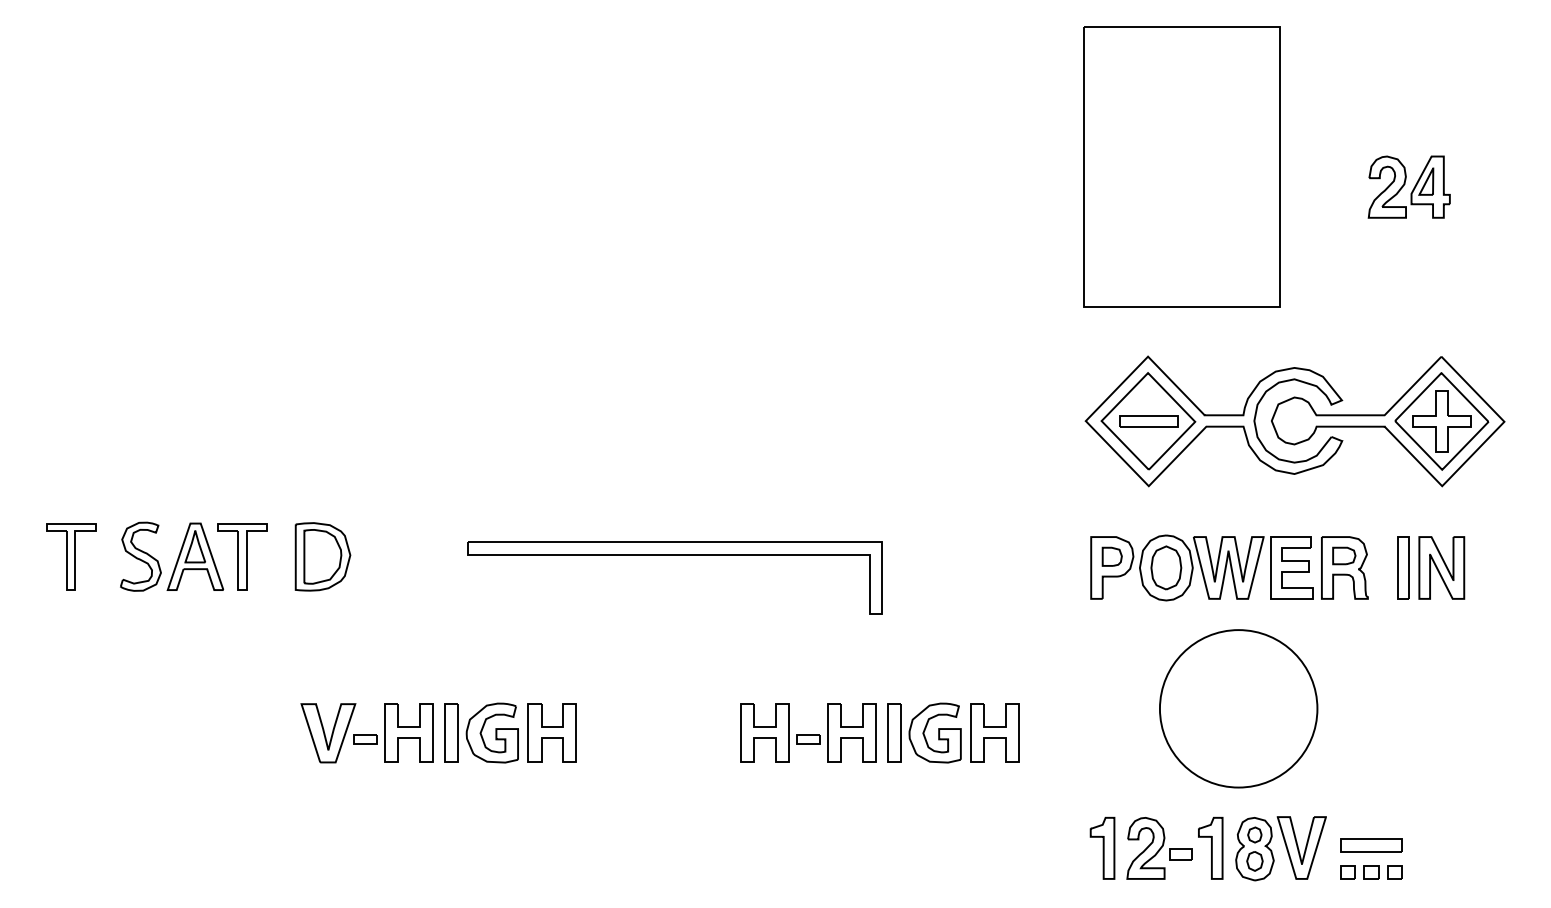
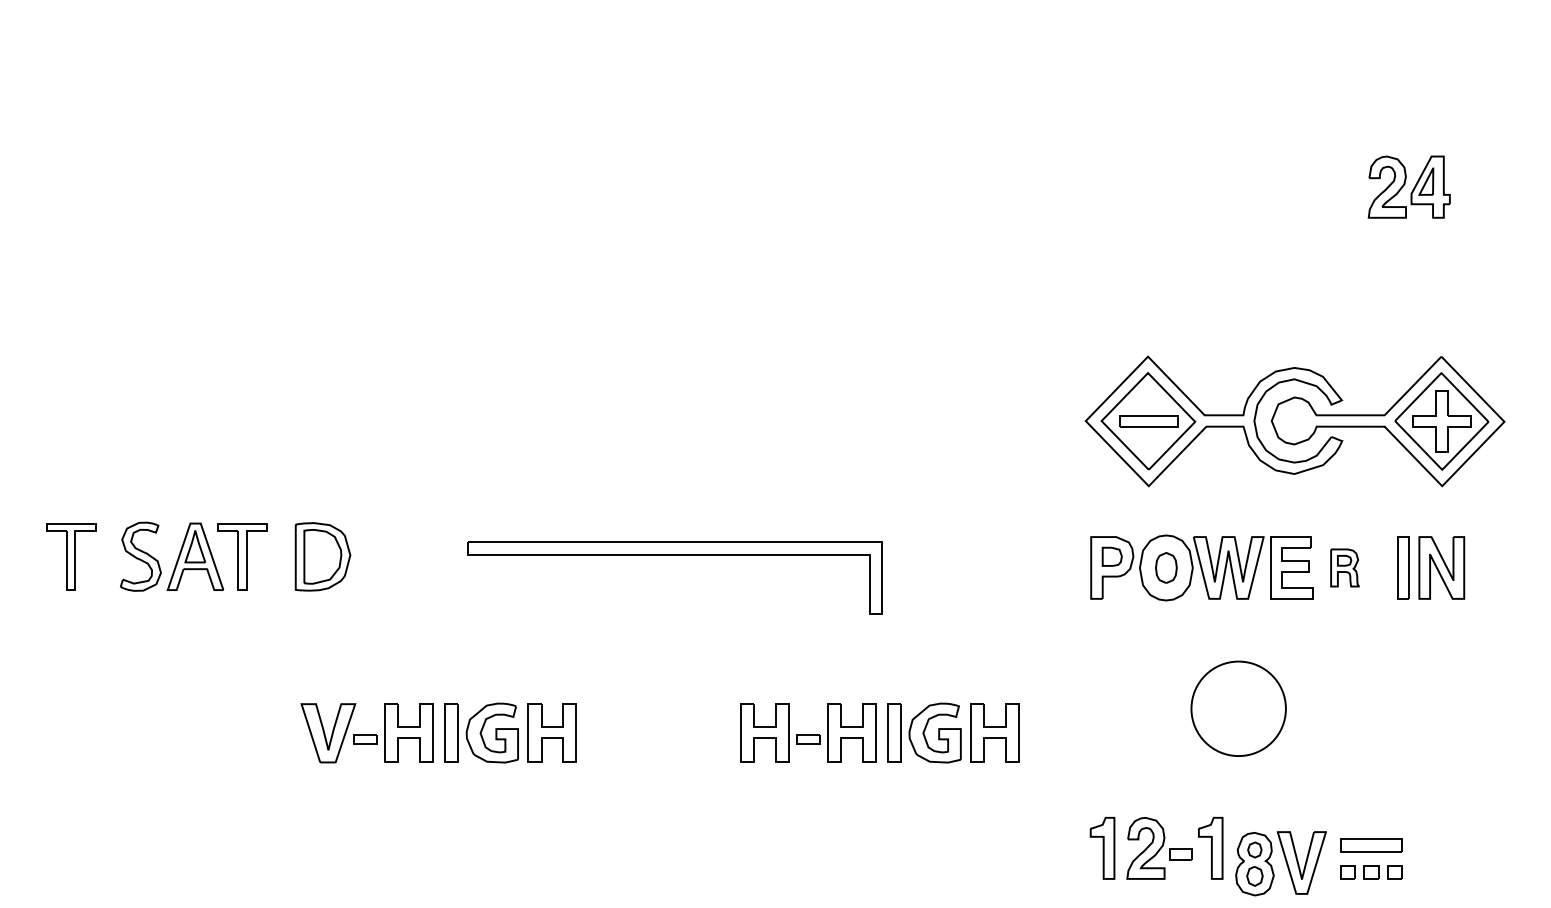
part at (1181, 166): present -> none
part at (1166, 567) size: 33x46 px -> 23x32 px
part at (1344, 567) size: 48x64 px -> 30x40 px
circle at (1238, 708) diameter: 157 px -> 94 px
part at (1280, 848) position: (1280, 848) -> (1280, 863)
